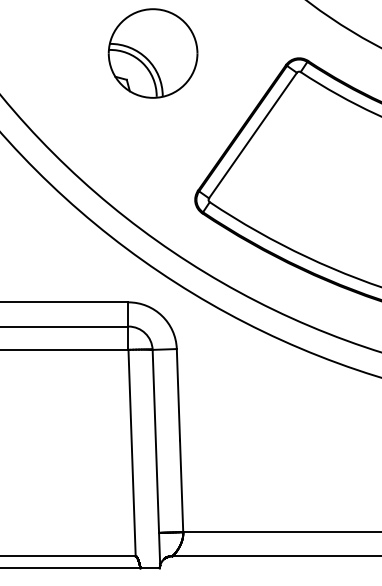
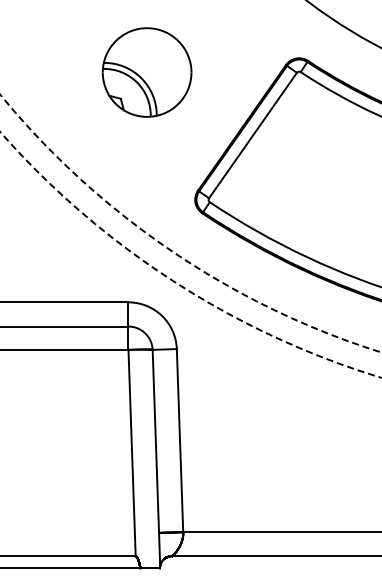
part at (152, 53) position: (152, 53) -> (146, 72)
arc at (171, 250): solid -> dashed
arc at (176, 283): solid -> dashed
